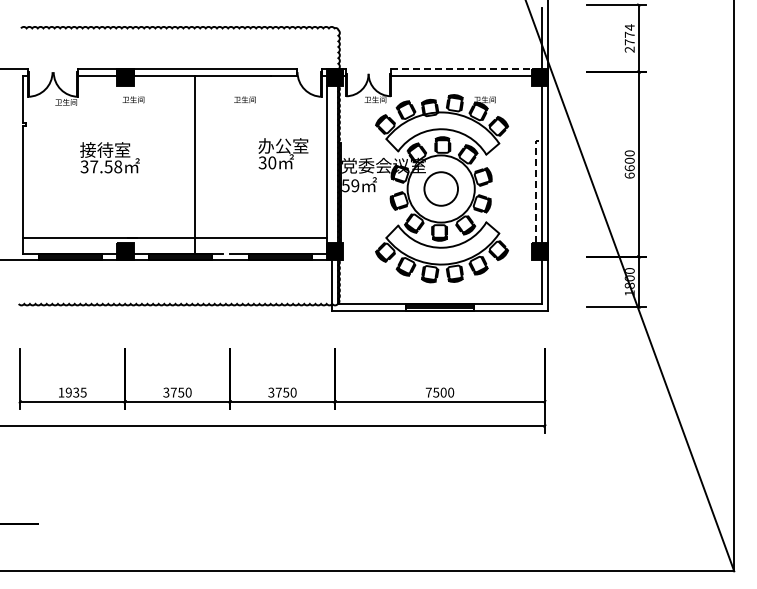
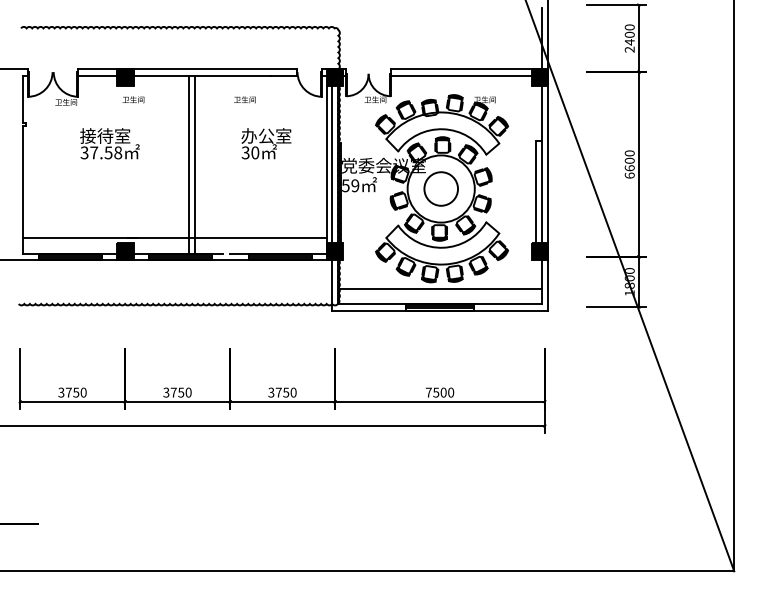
text at (629, 34): 2774 -> 2400
line at (466, 68): dashed -> solid
text at (283, 153) position: (283, 153) -> (266, 143)
text at (109, 157) position: (109, 157) -> (109, 143)
line at (188, 164): none -> present
line at (331, 164): none -> present
line at (536, 188): dashed -> solid
line at (439, 288): none -> present
text at (72, 392): 1935 -> 3750
